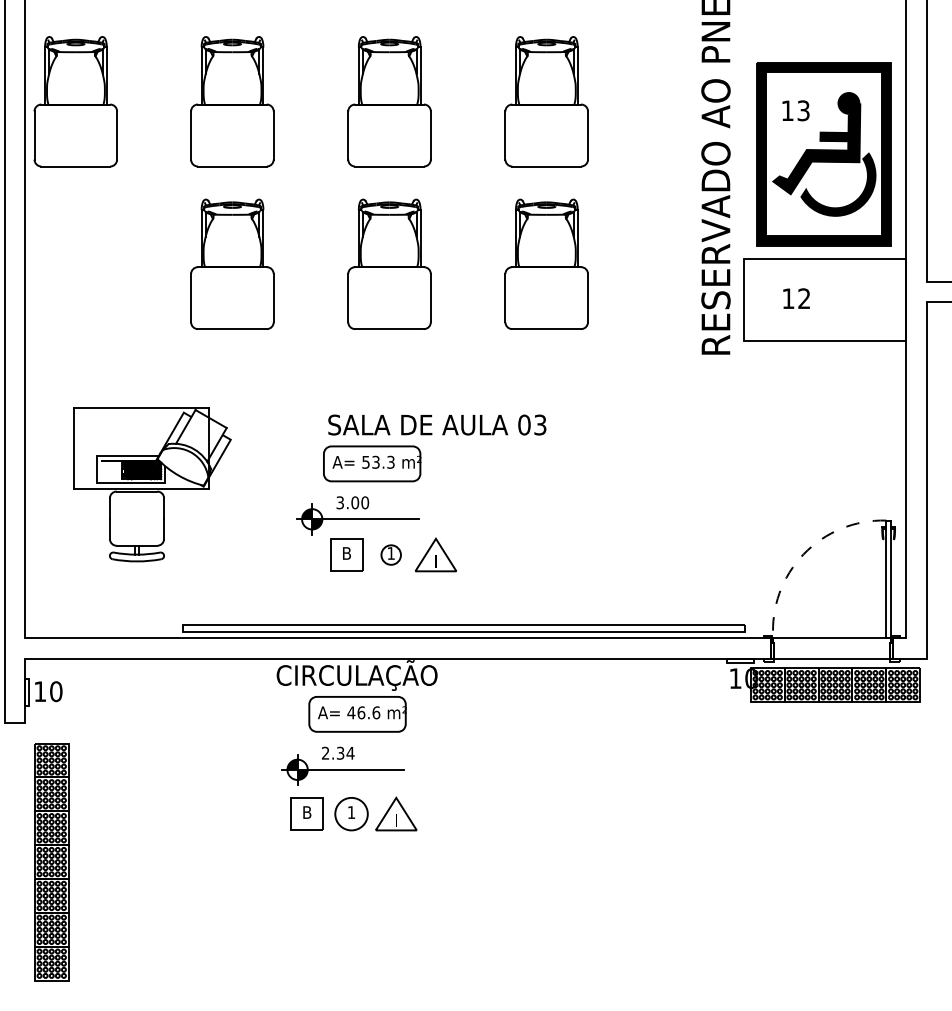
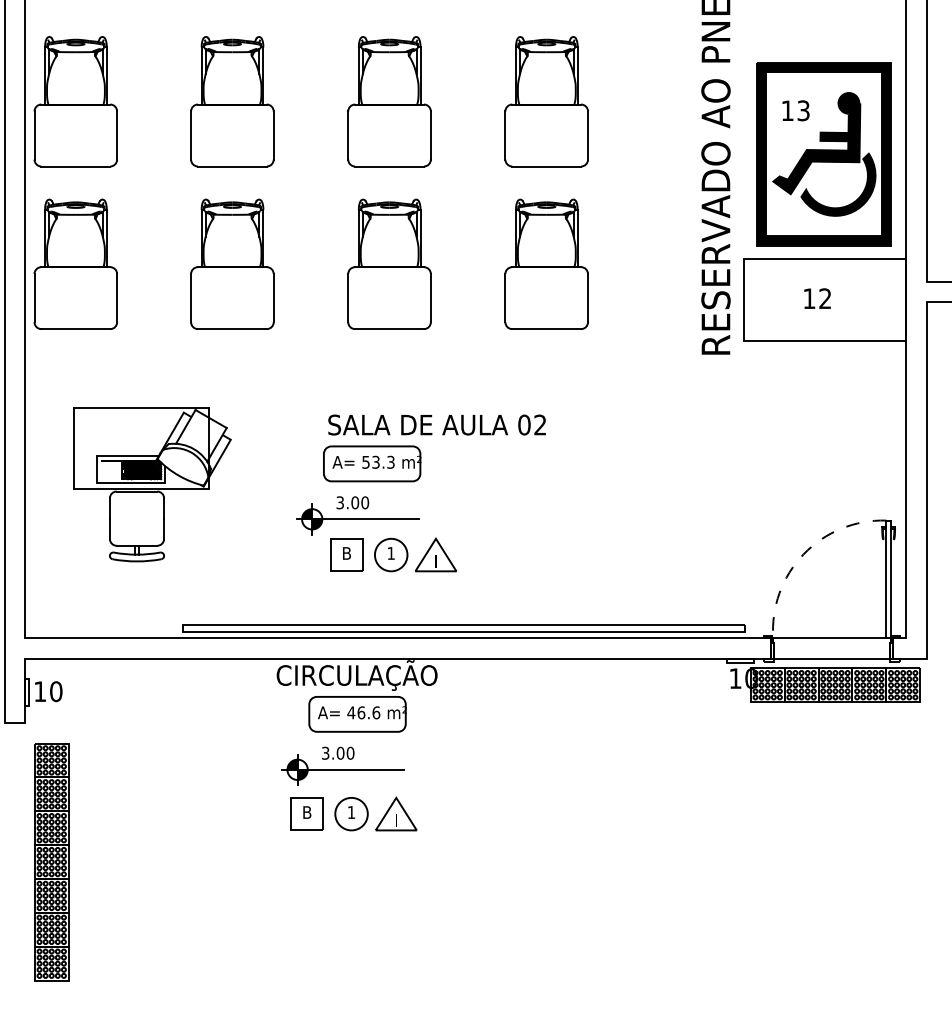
part at (75, 263): none -> present
text at (796, 298) position: (796, 298) -> (817, 298)
text at (540, 424): 03 -> 02
circle at (390, 554) diameter: 20 px -> 33 px
text at (338, 752): 2.34 -> 3.00
